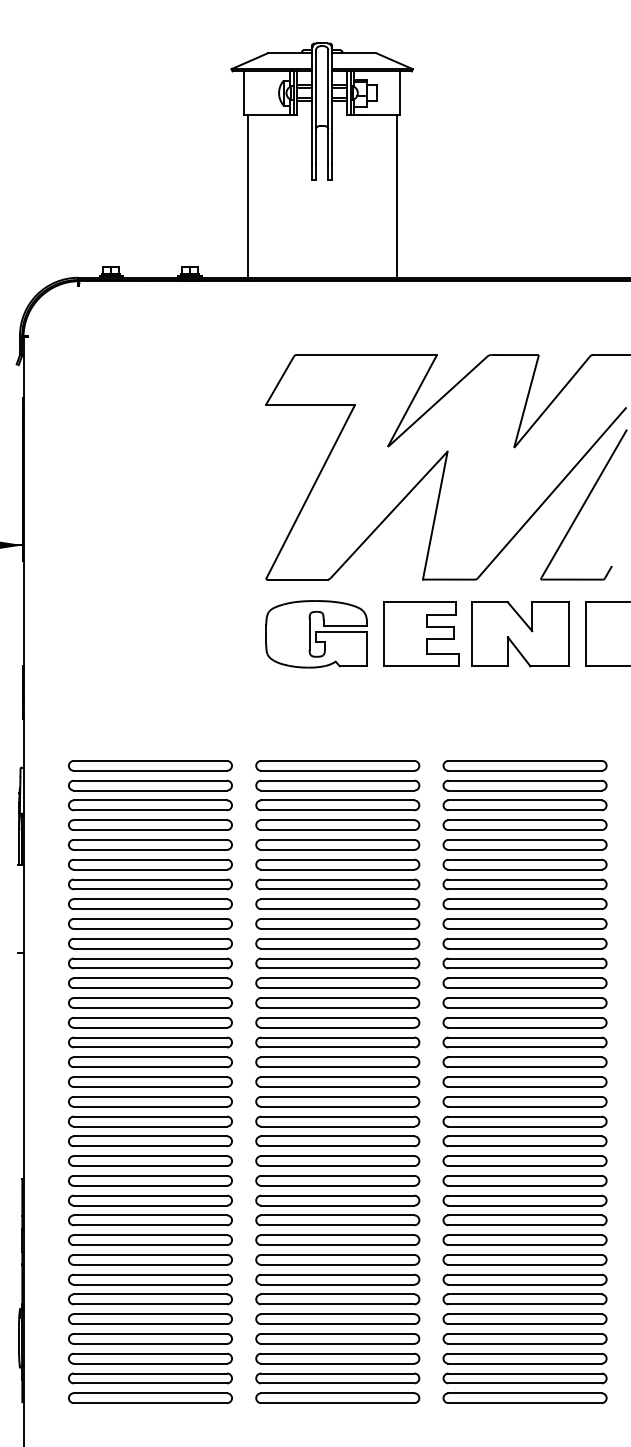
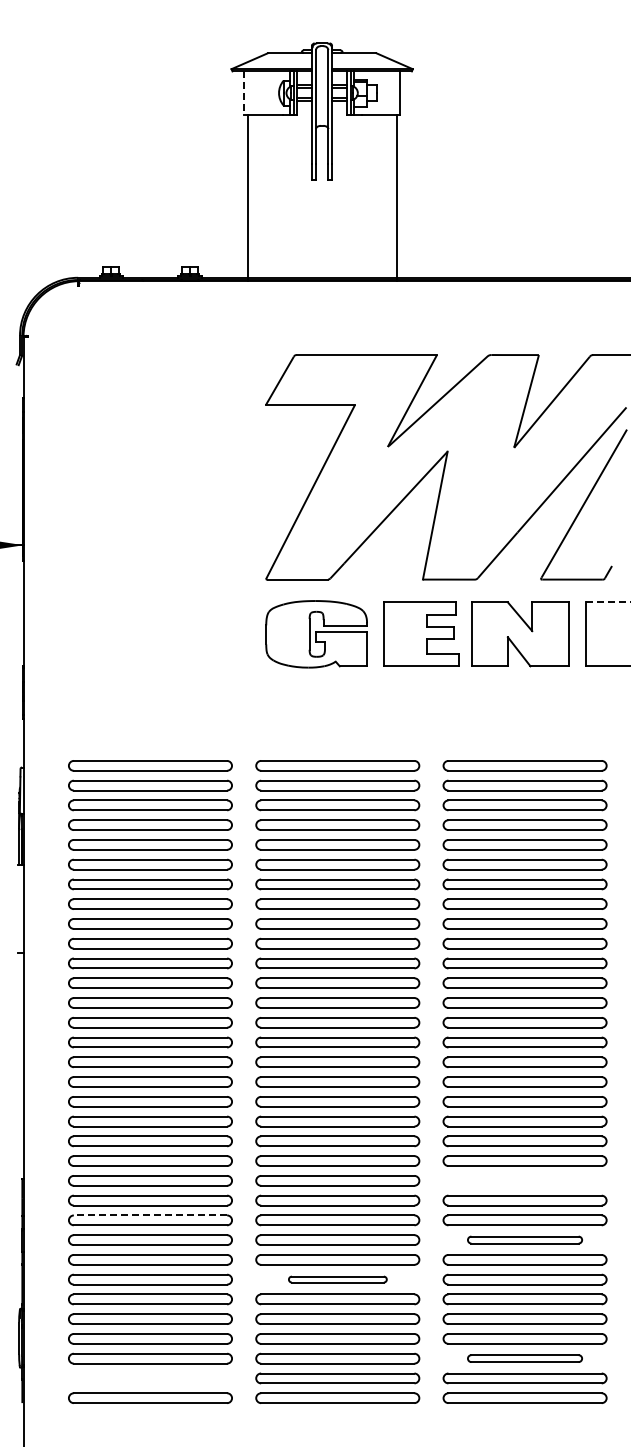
line at (243, 93): solid -> dashed
line at (608, 602): solid -> dashed
part at (524, 1180): present -> none
line at (150, 1215): solid -> dashed
part at (524, 1239) size: 166x12 px -> 116x10 px
part at (337, 1279) size: 166x13 px -> 100x9 px
part at (524, 1358) size: 166x13 px -> 116x9 px
part at (150, 1378): present -> none
